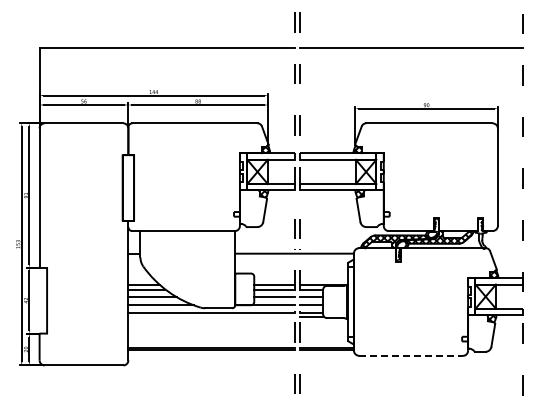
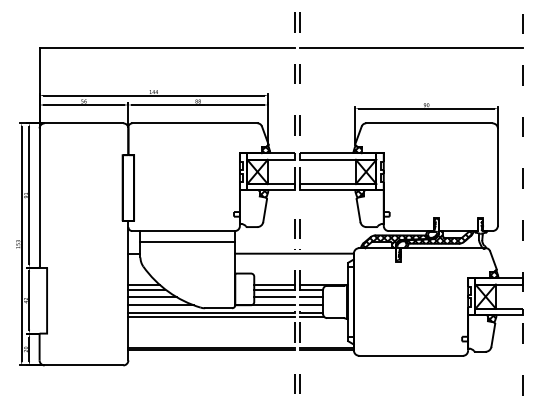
line at (187, 241): none -> present
line at (211, 316): none -> present
line at (411, 355): dashed -> solid
